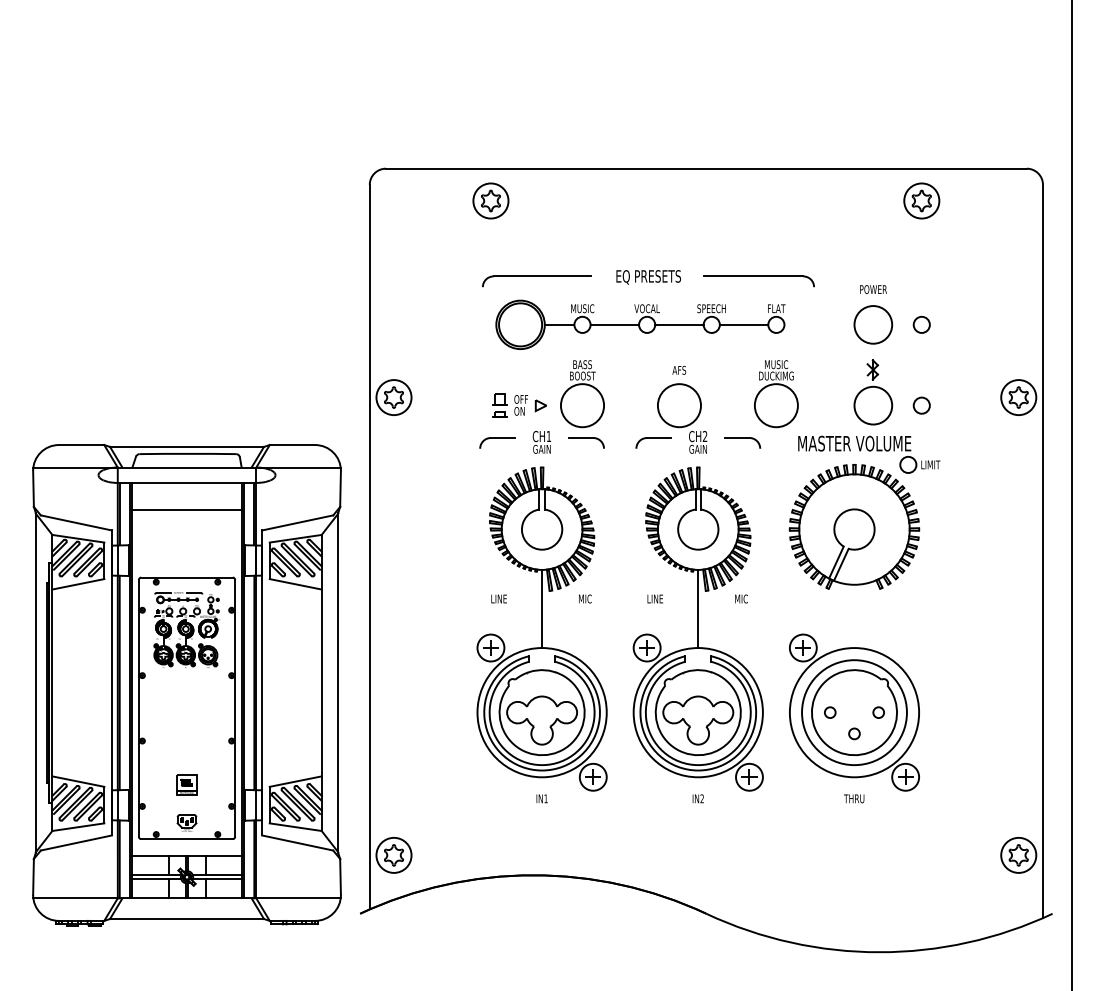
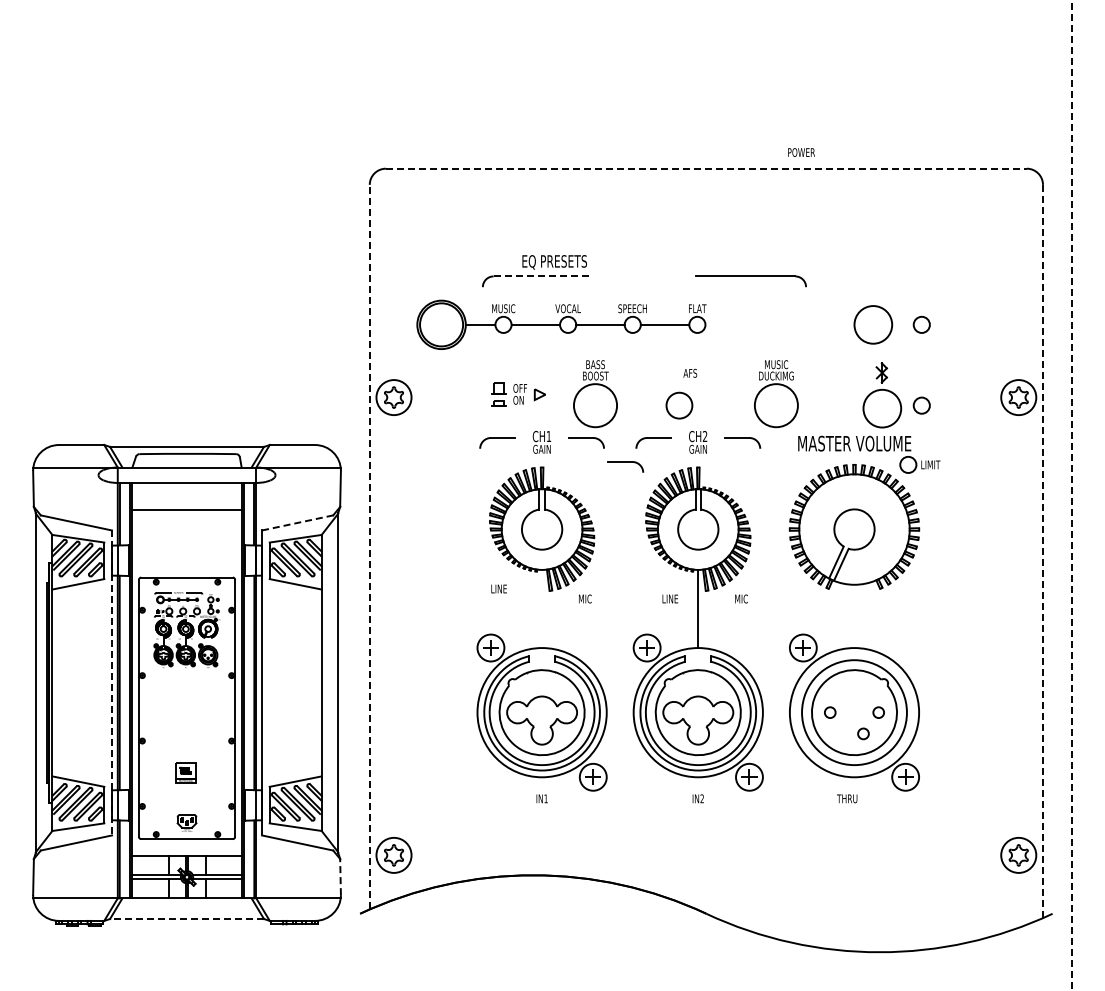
line at (706, 168): solid -> dashed
part at (490, 200): present -> none
part at (921, 200): present -> none
line at (542, 276): solid -> dashed
text at (648, 277) position: (648, 277) -> (554, 262)
part at (758, 281) position: (758, 281) -> (750, 281)
text at (873, 289) position: (873, 289) -> (801, 152)
part at (640, 324) position: (640, 324) -> (561, 324)
text at (679, 369) position: (679, 369) -> (690, 372)
part at (873, 392) position: (873, 392) -> (882, 395)
part at (582, 394) position: (582, 394) -> (595, 394)
part at (519, 405) position: (519, 405) -> (518, 394)
circle at (679, 405) diameter: 43 px -> 26 px
part at (625, 466): none -> present
line at (1071, 495): solid -> dashed
line at (298, 522): solid -> dashed
line at (369, 546): solid -> dashed
line at (1042, 551): solid -> dashed
text at (498, 598) position: (498, 598) -> (498, 588)
text at (654, 598) position: (654, 598) -> (669, 598)
line at (542, 608): present -> none
line at (112, 683): solid -> dashed
circle at (854, 733) position: (854, 733) -> (863, 733)
part at (186, 784) position: (186, 784) -> (185, 772)
text at (854, 798) position: (854, 798) -> (847, 798)
line at (340, 876): solid -> dashed
line at (187, 918): solid -> dashed
